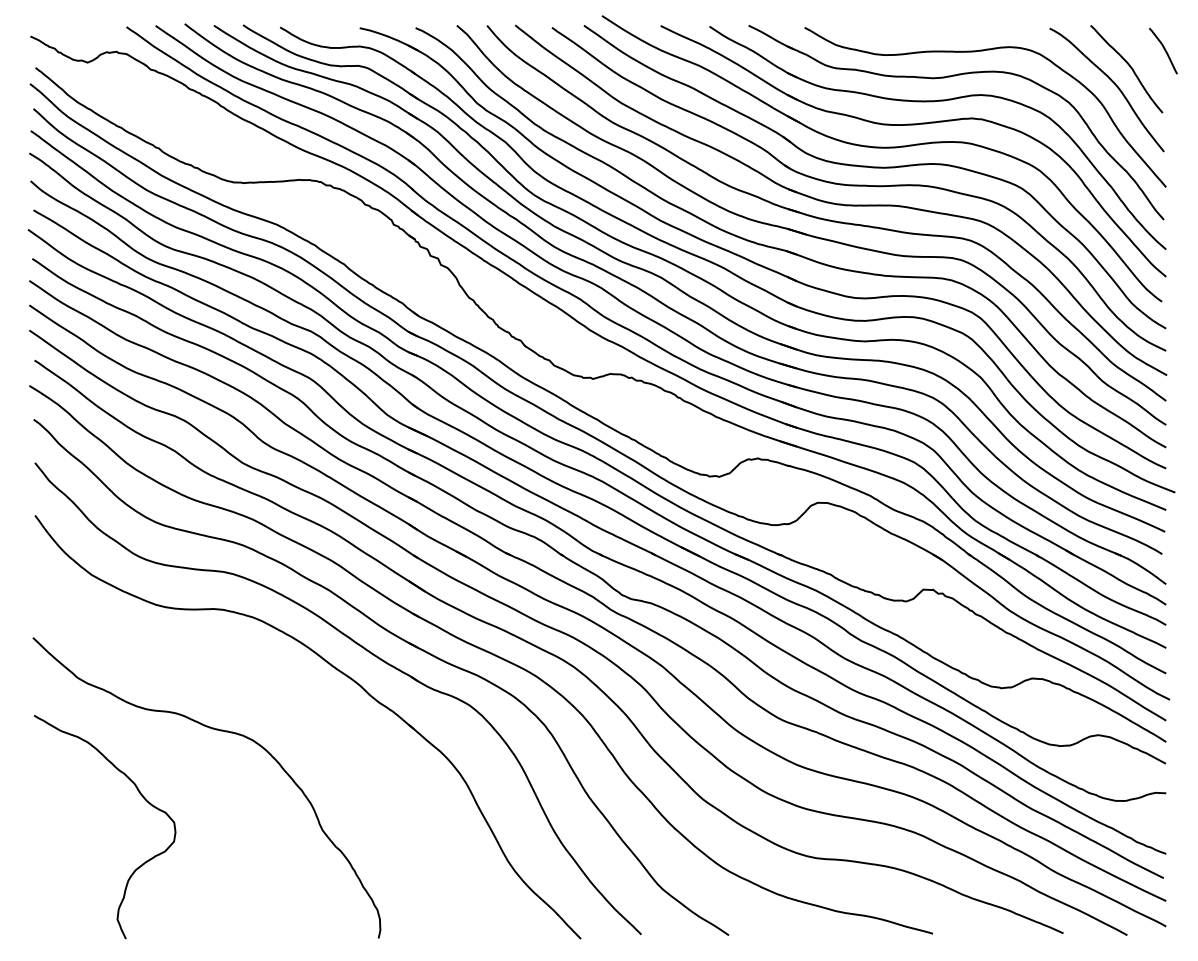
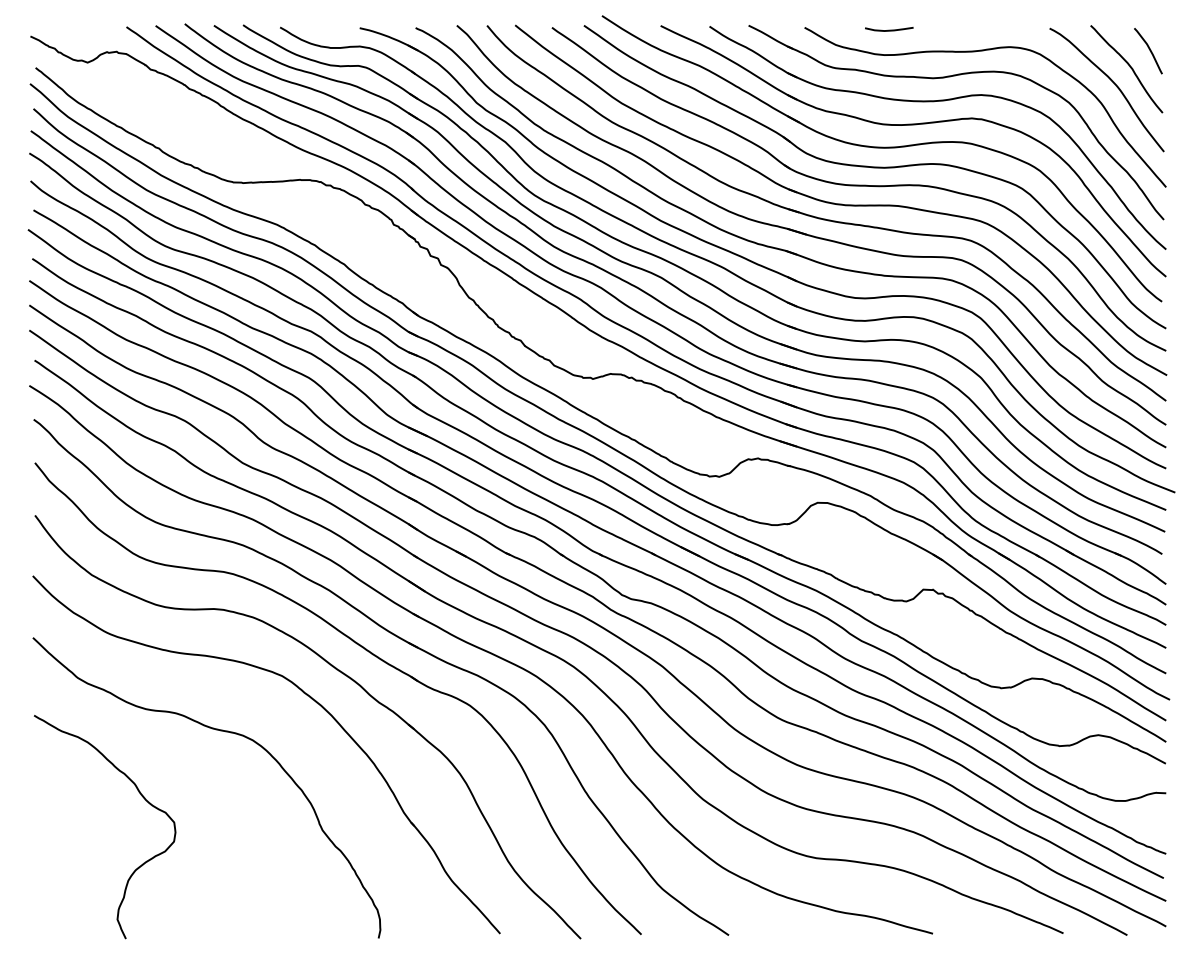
curve at (889, 29): none -> present
curve at (1164, 50) position: (1164, 50) -> (1149, 50)
part at (307, 696): none -> present
